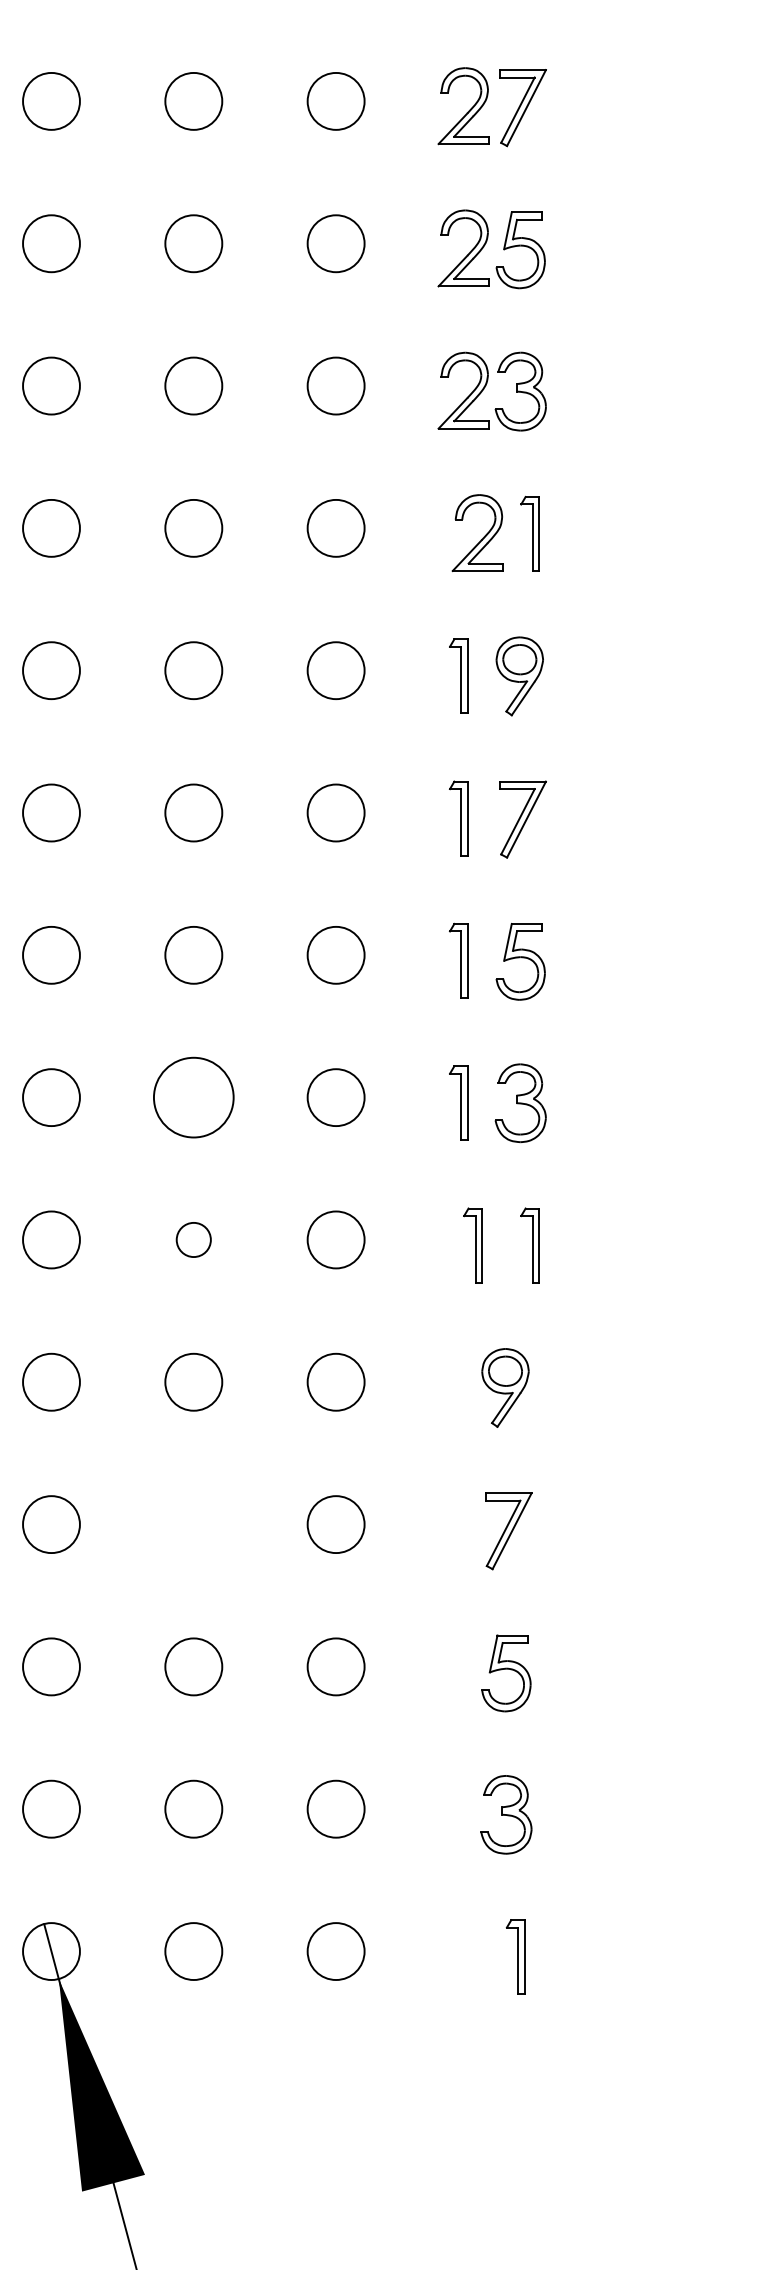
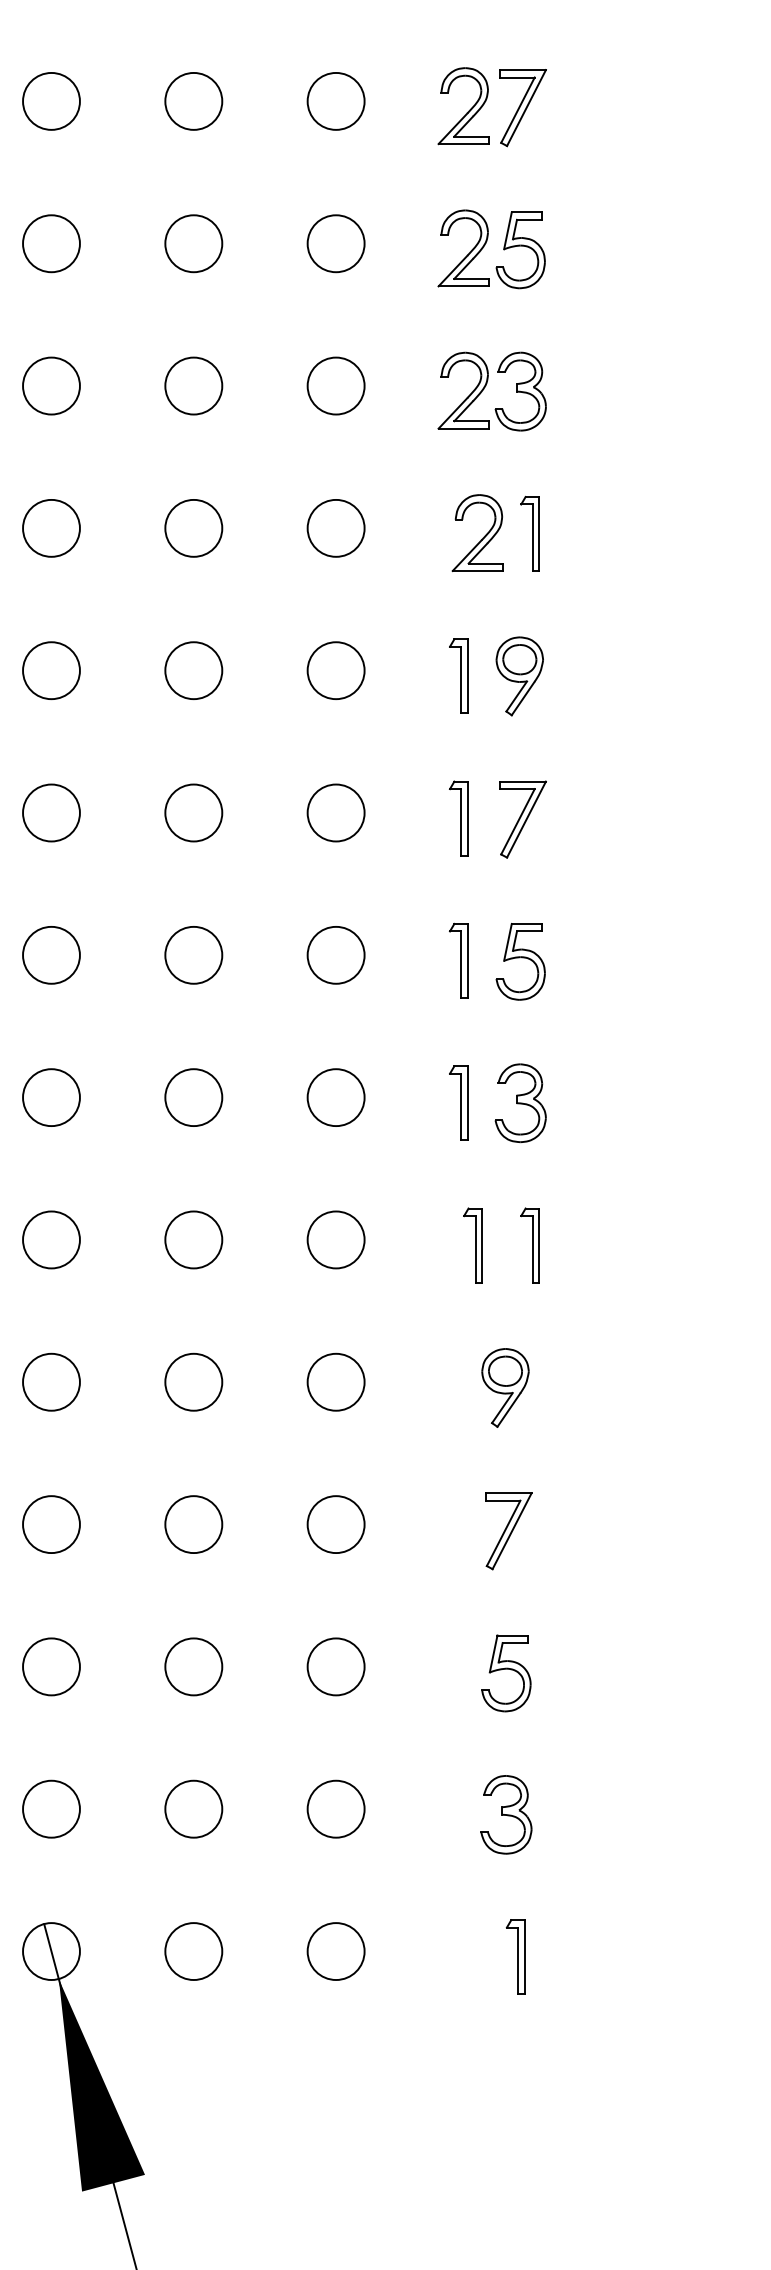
circle at (193, 1097) diameter: 80 px -> 57 px
circle at (193, 1239) diameter: 34 px -> 57 px
circle at (193, 1524): none -> present
